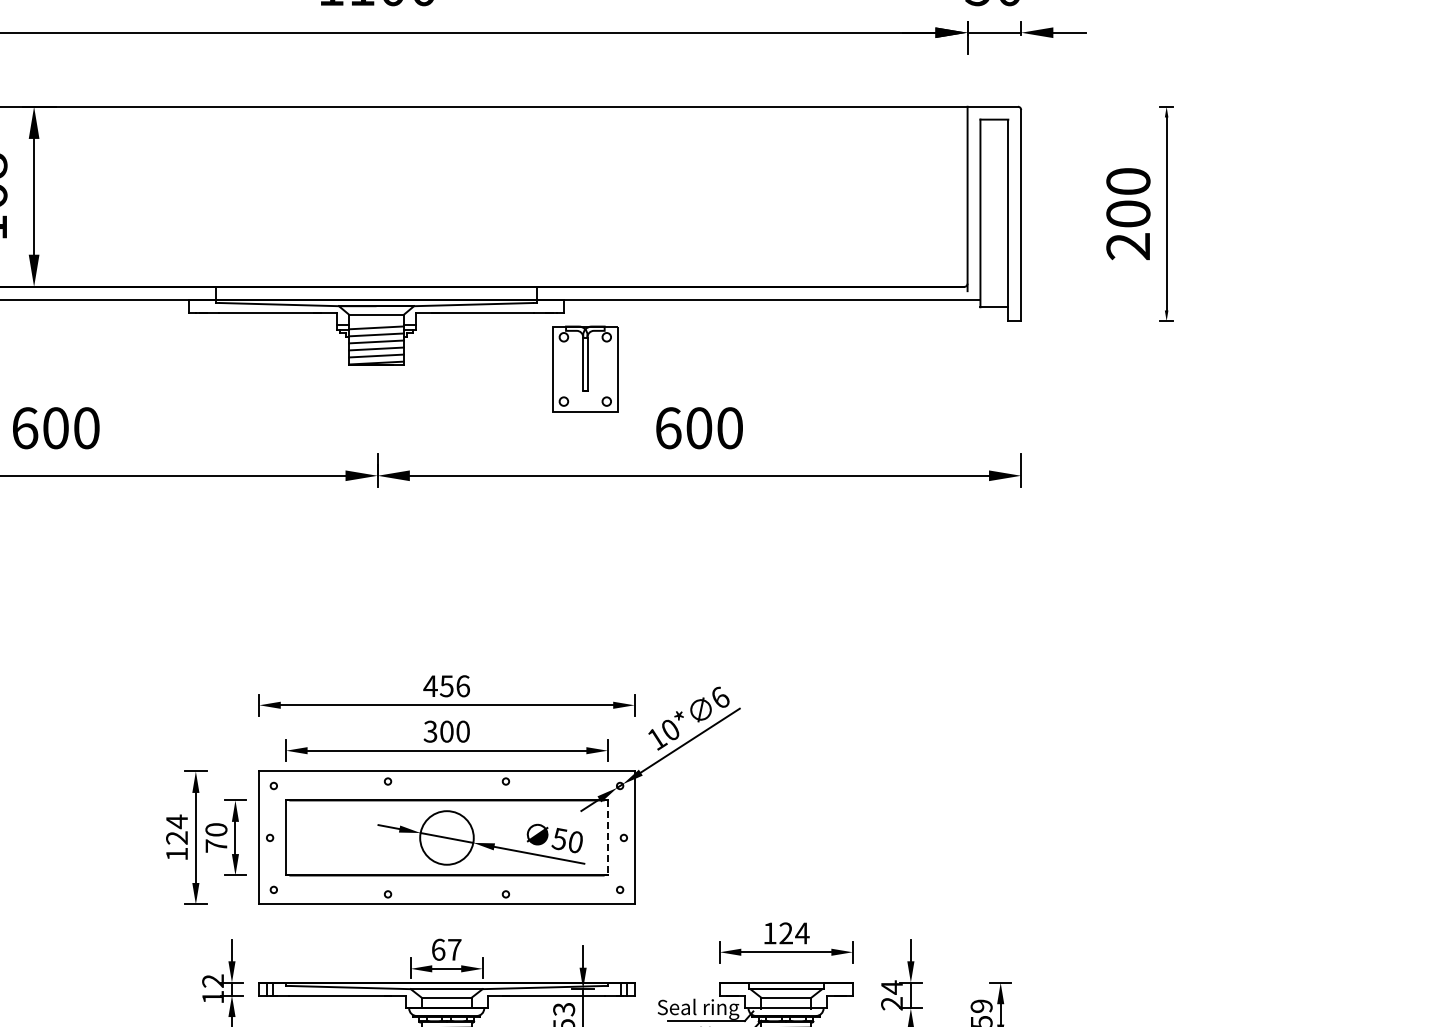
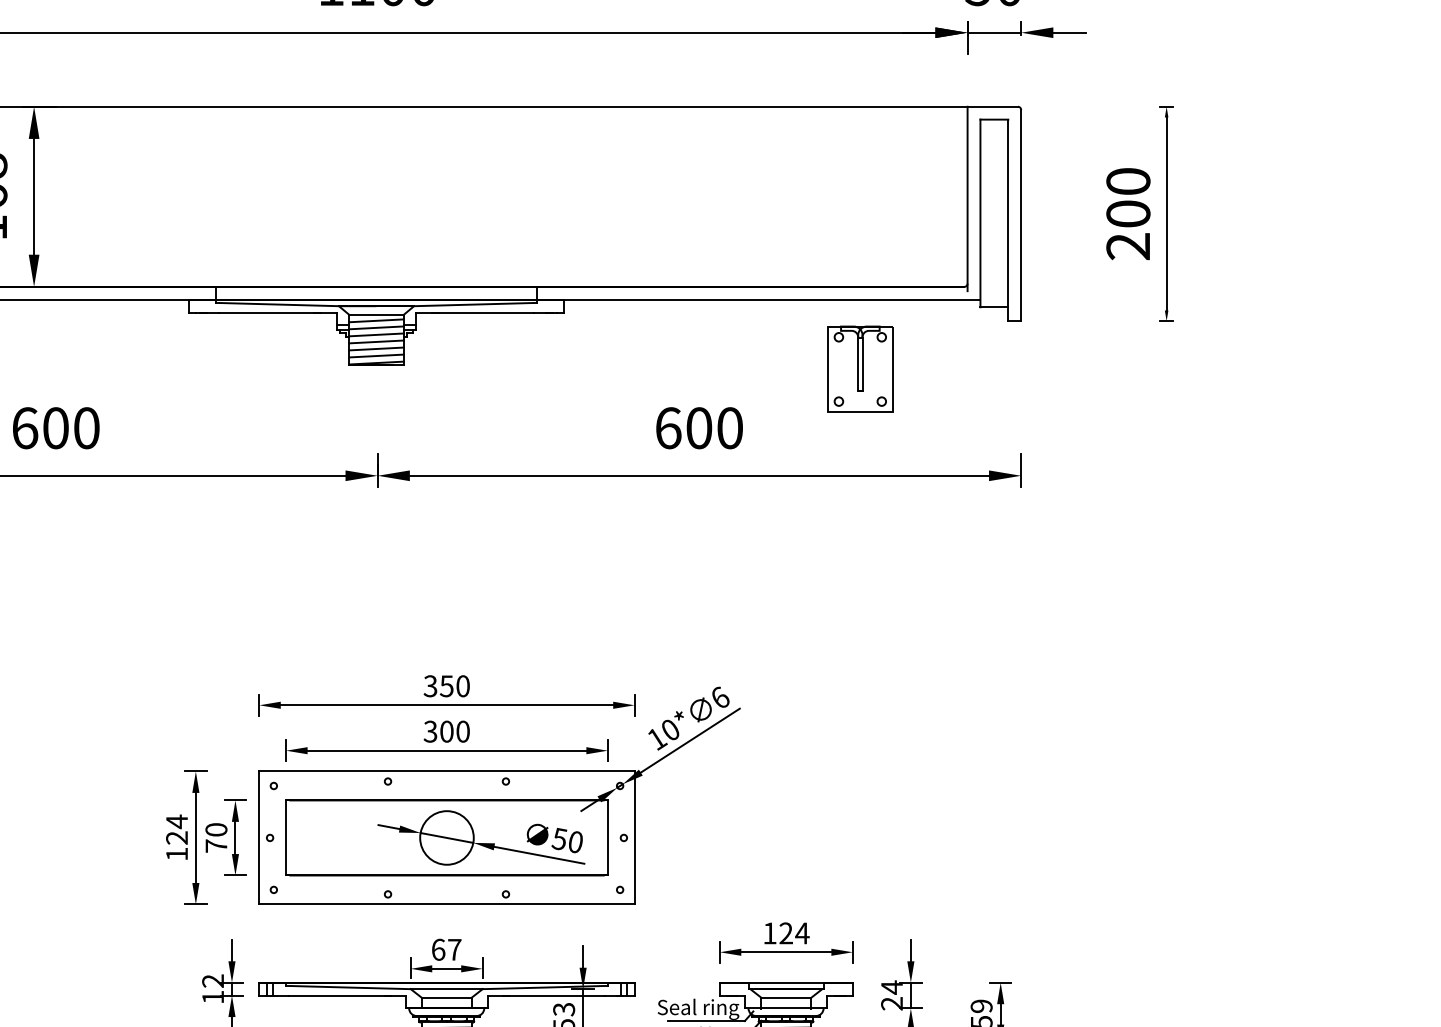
line at (376, 320): none -> present
part at (585, 368) position: (585, 368) -> (860, 368)
text at (446, 686): 456 -> 350
line at (607, 837): dashed -> solid
